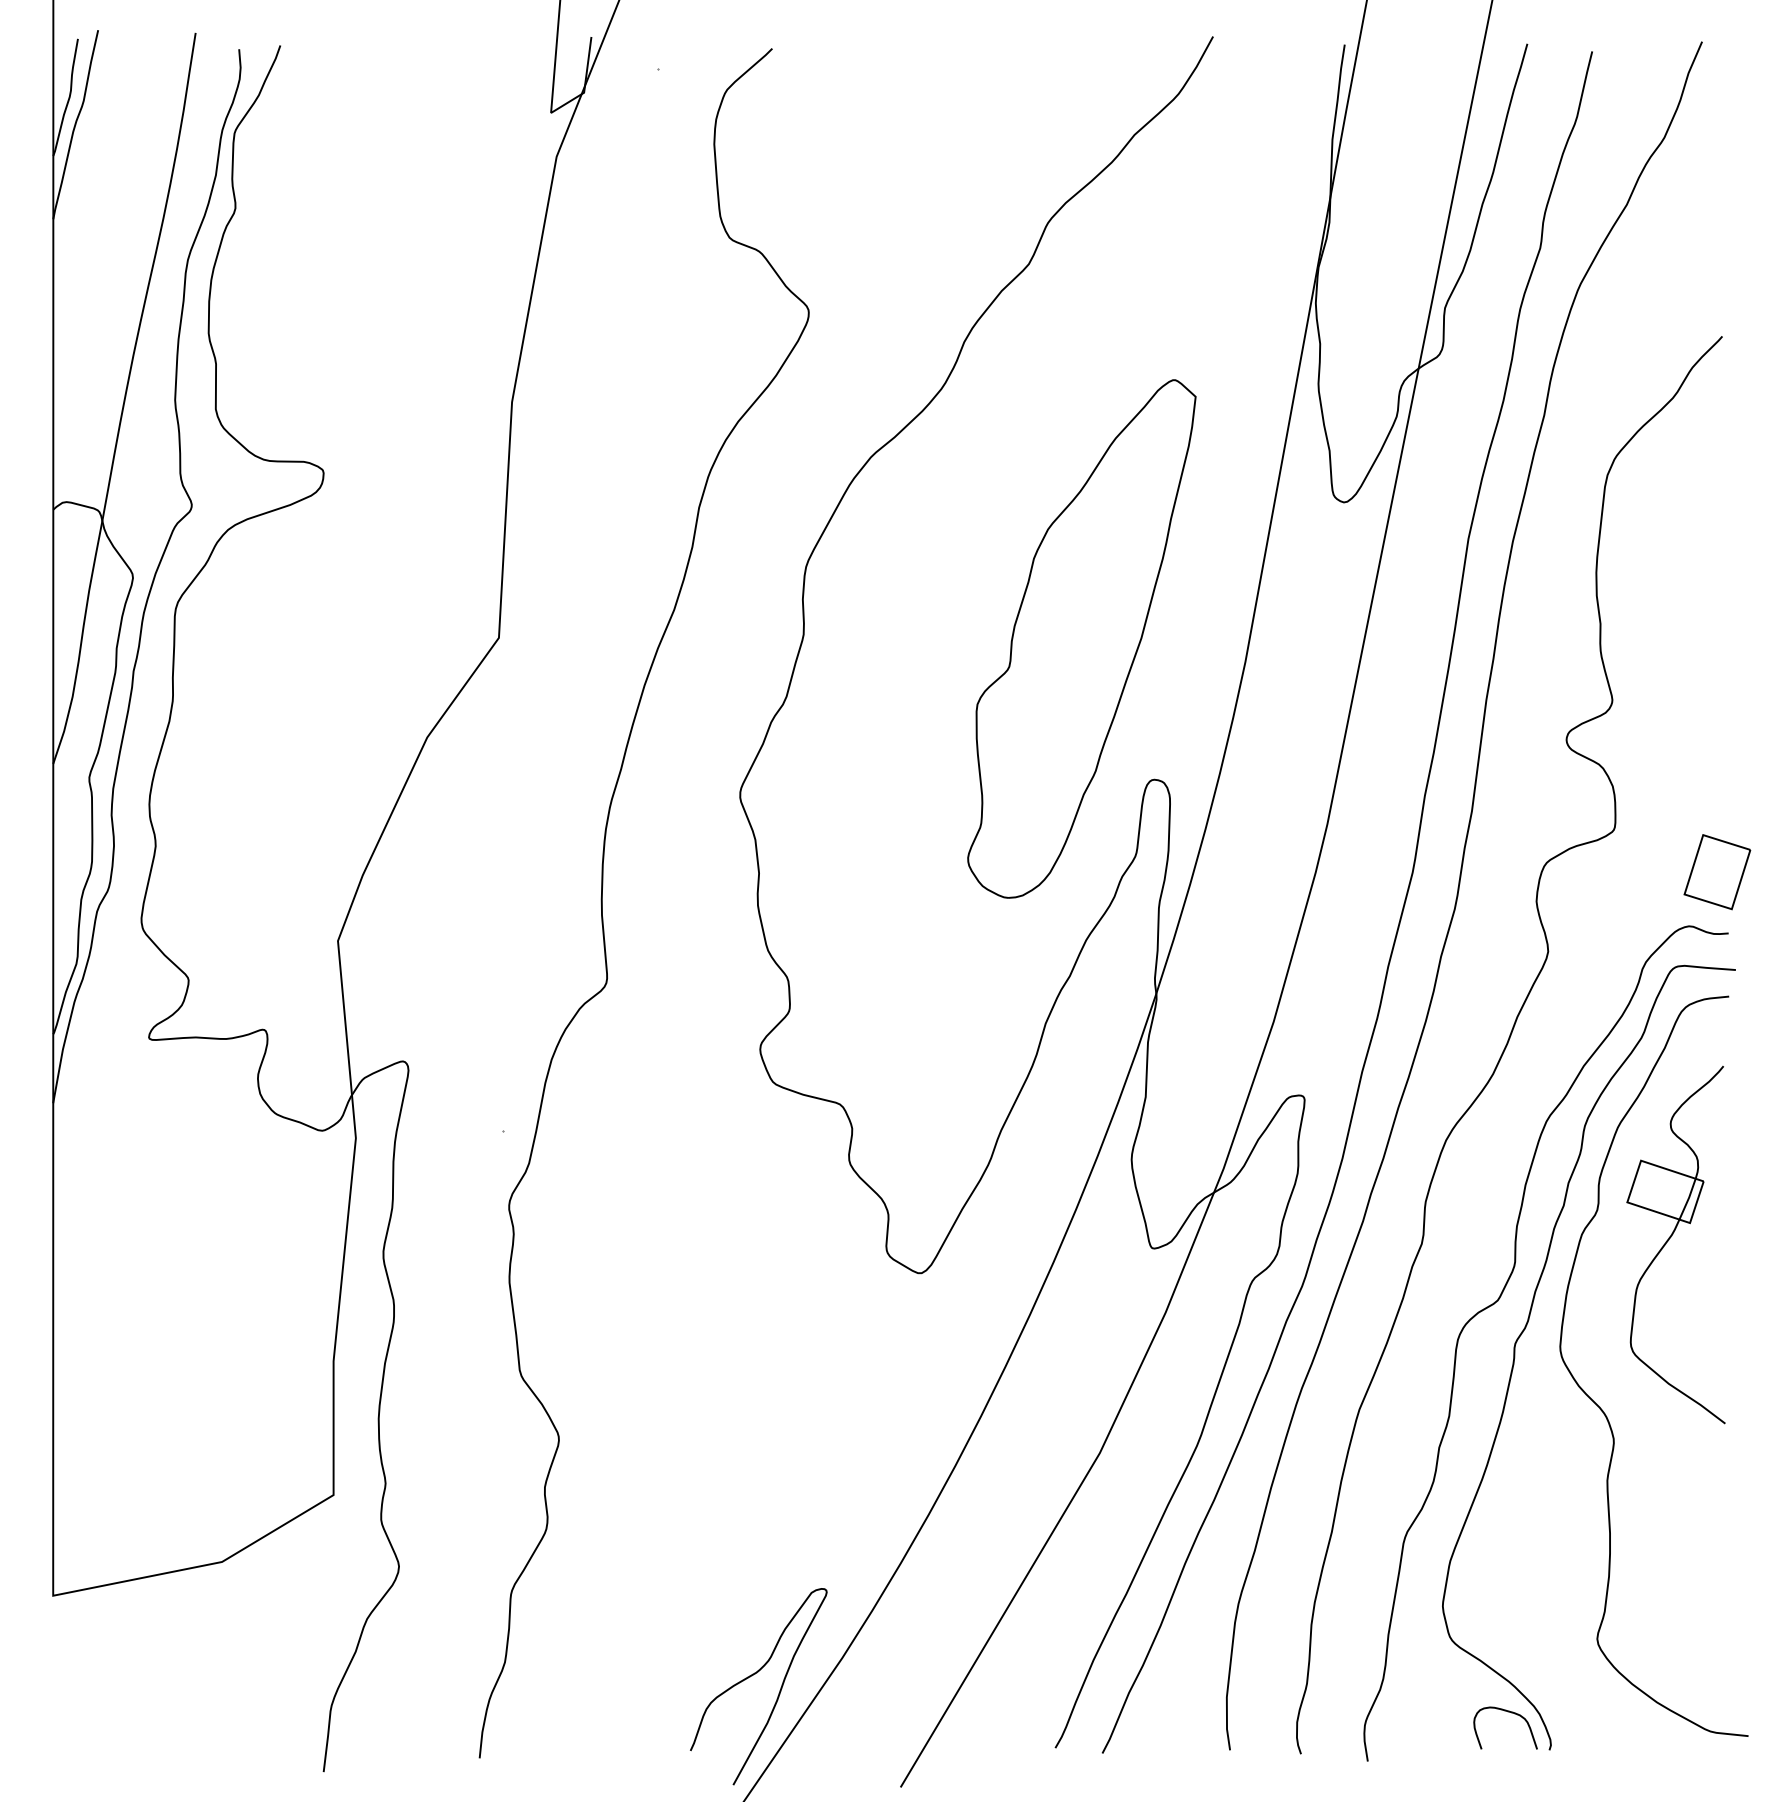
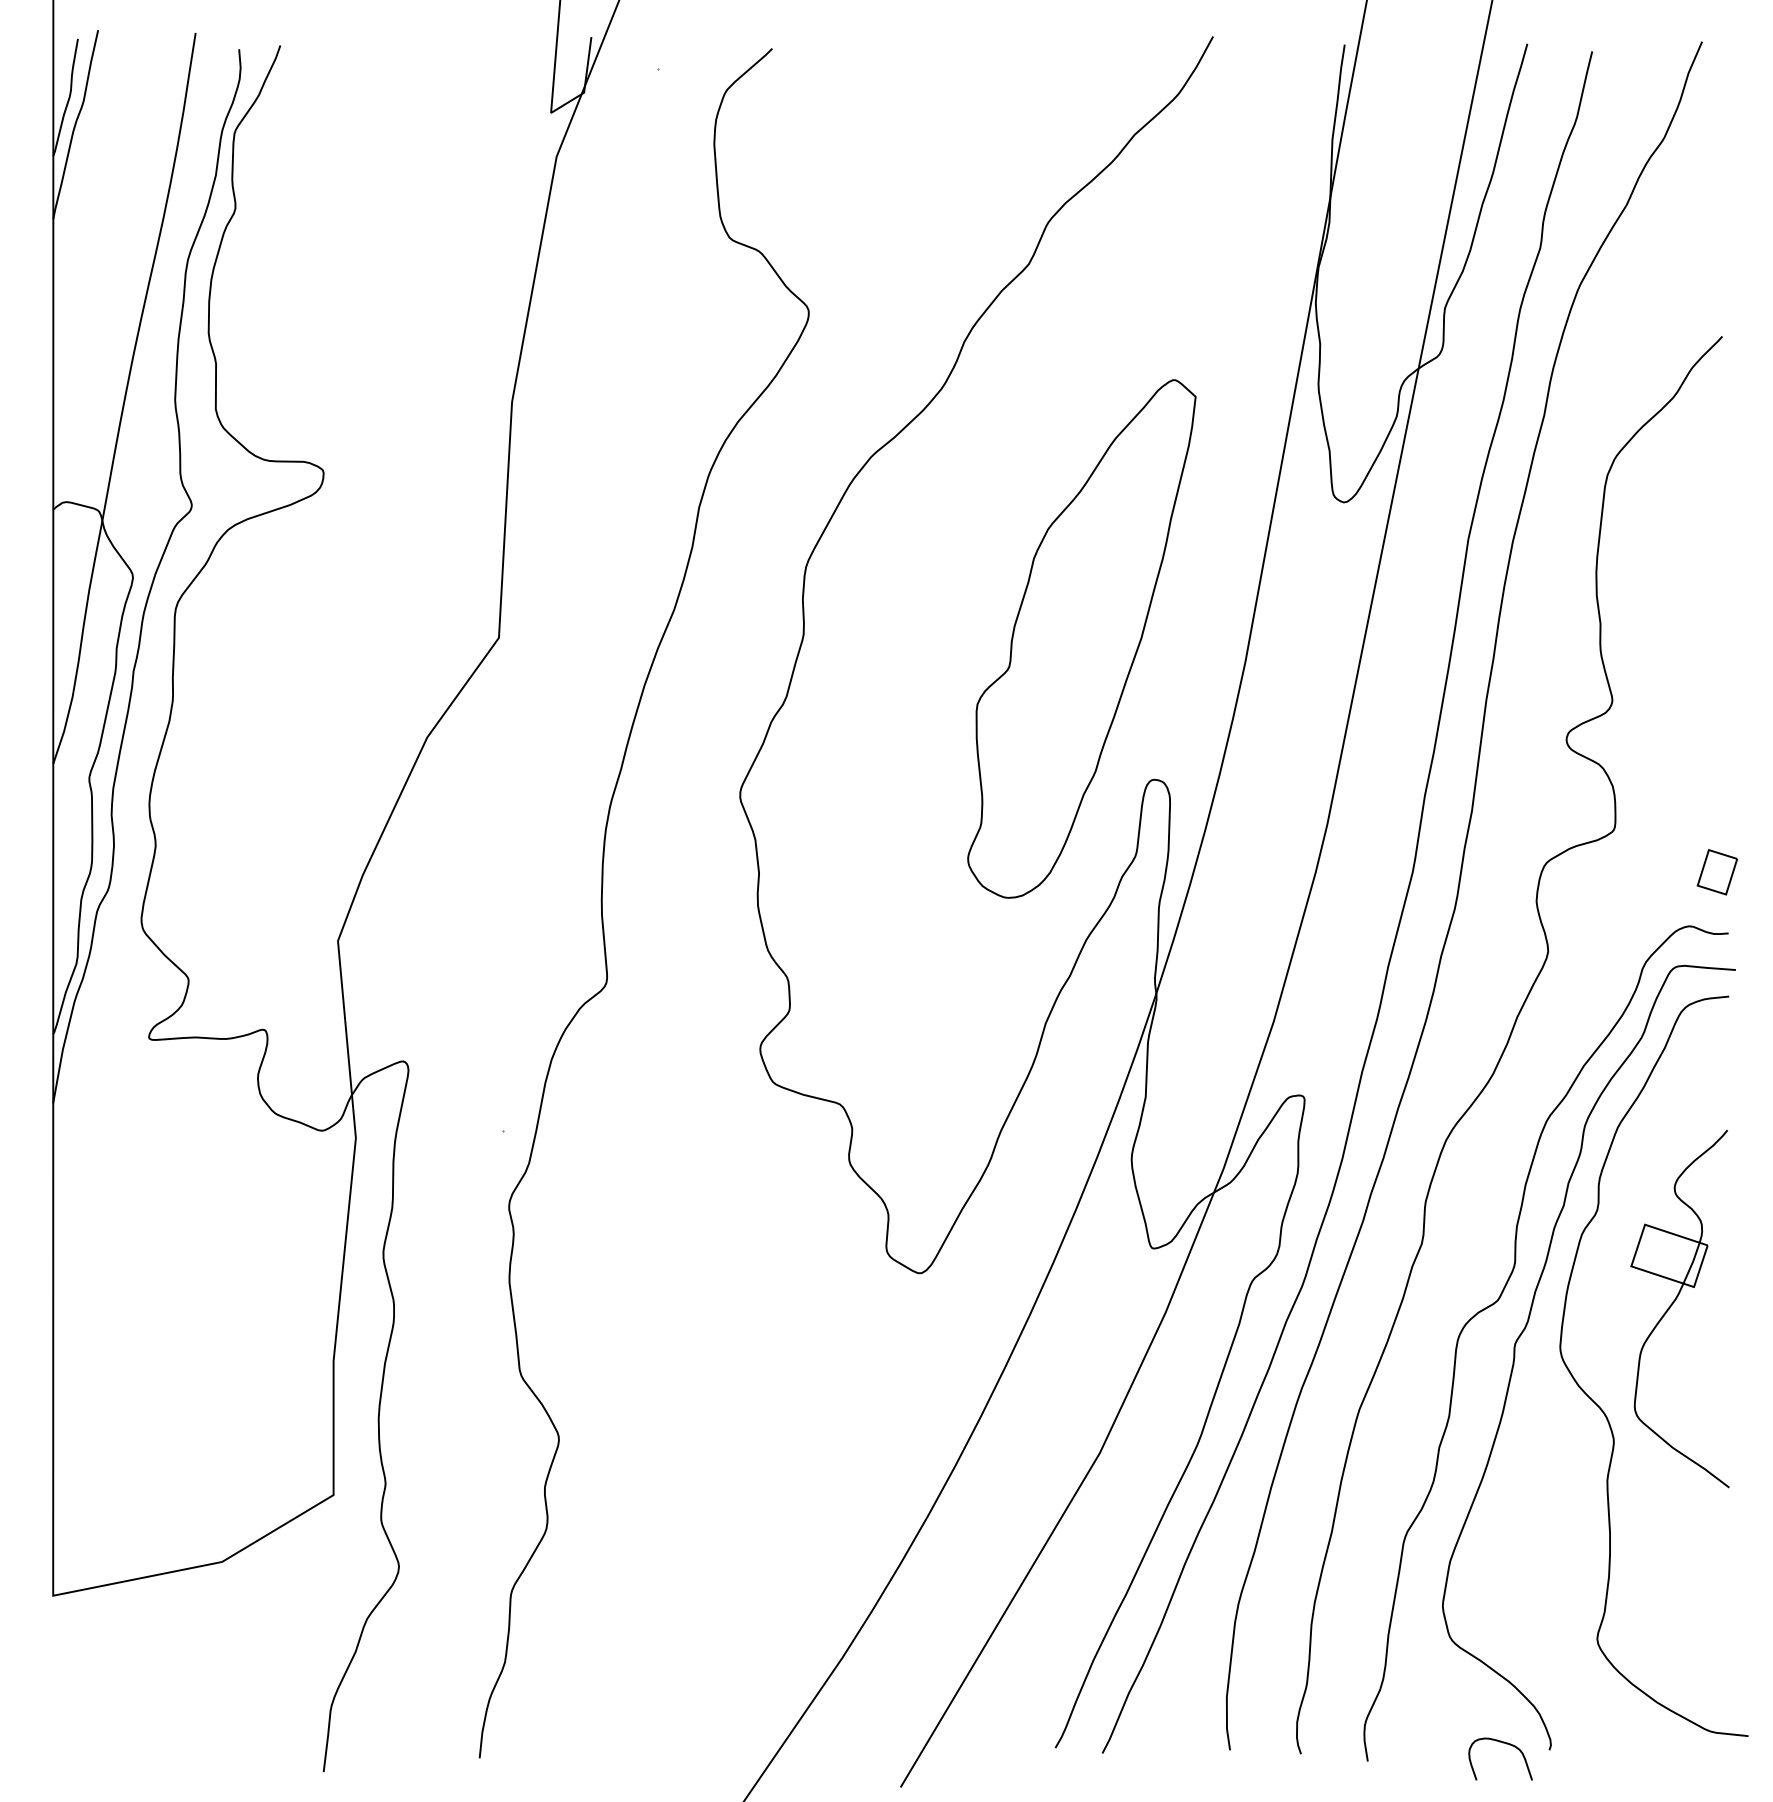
part at (1717, 872) size: 69x77 px -> 42x47 px
part at (1668, 1241) position: (1668, 1241) -> (1672, 1305)
curve at (752, 1676): present -> none
curve at (1507, 1712) position: (1507, 1712) -> (1502, 1743)
